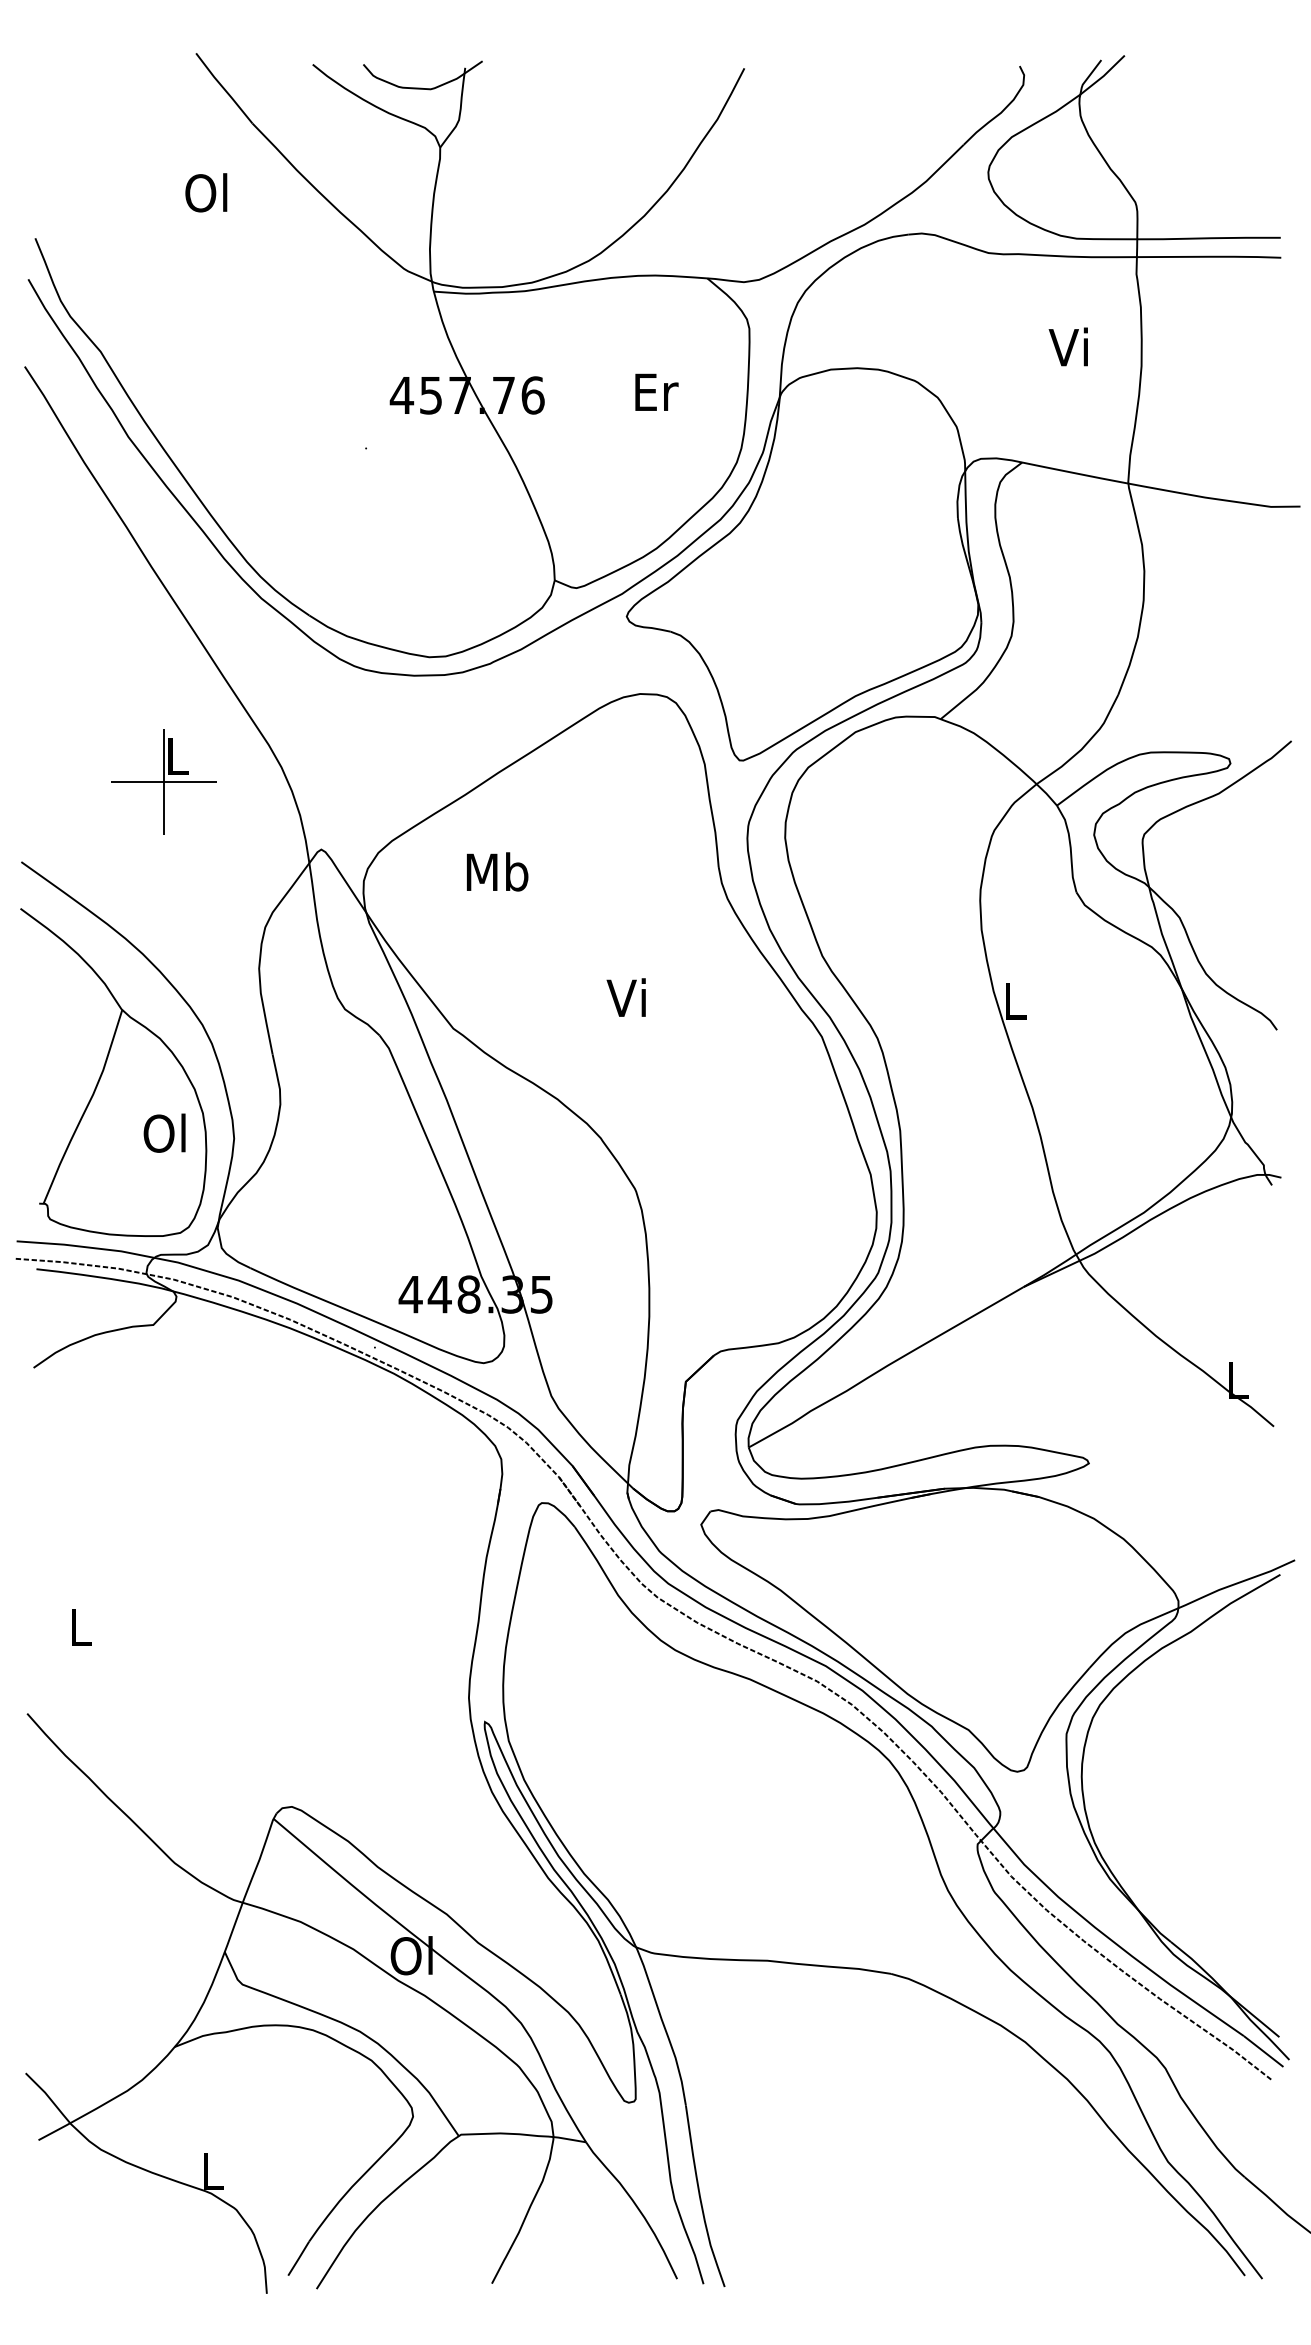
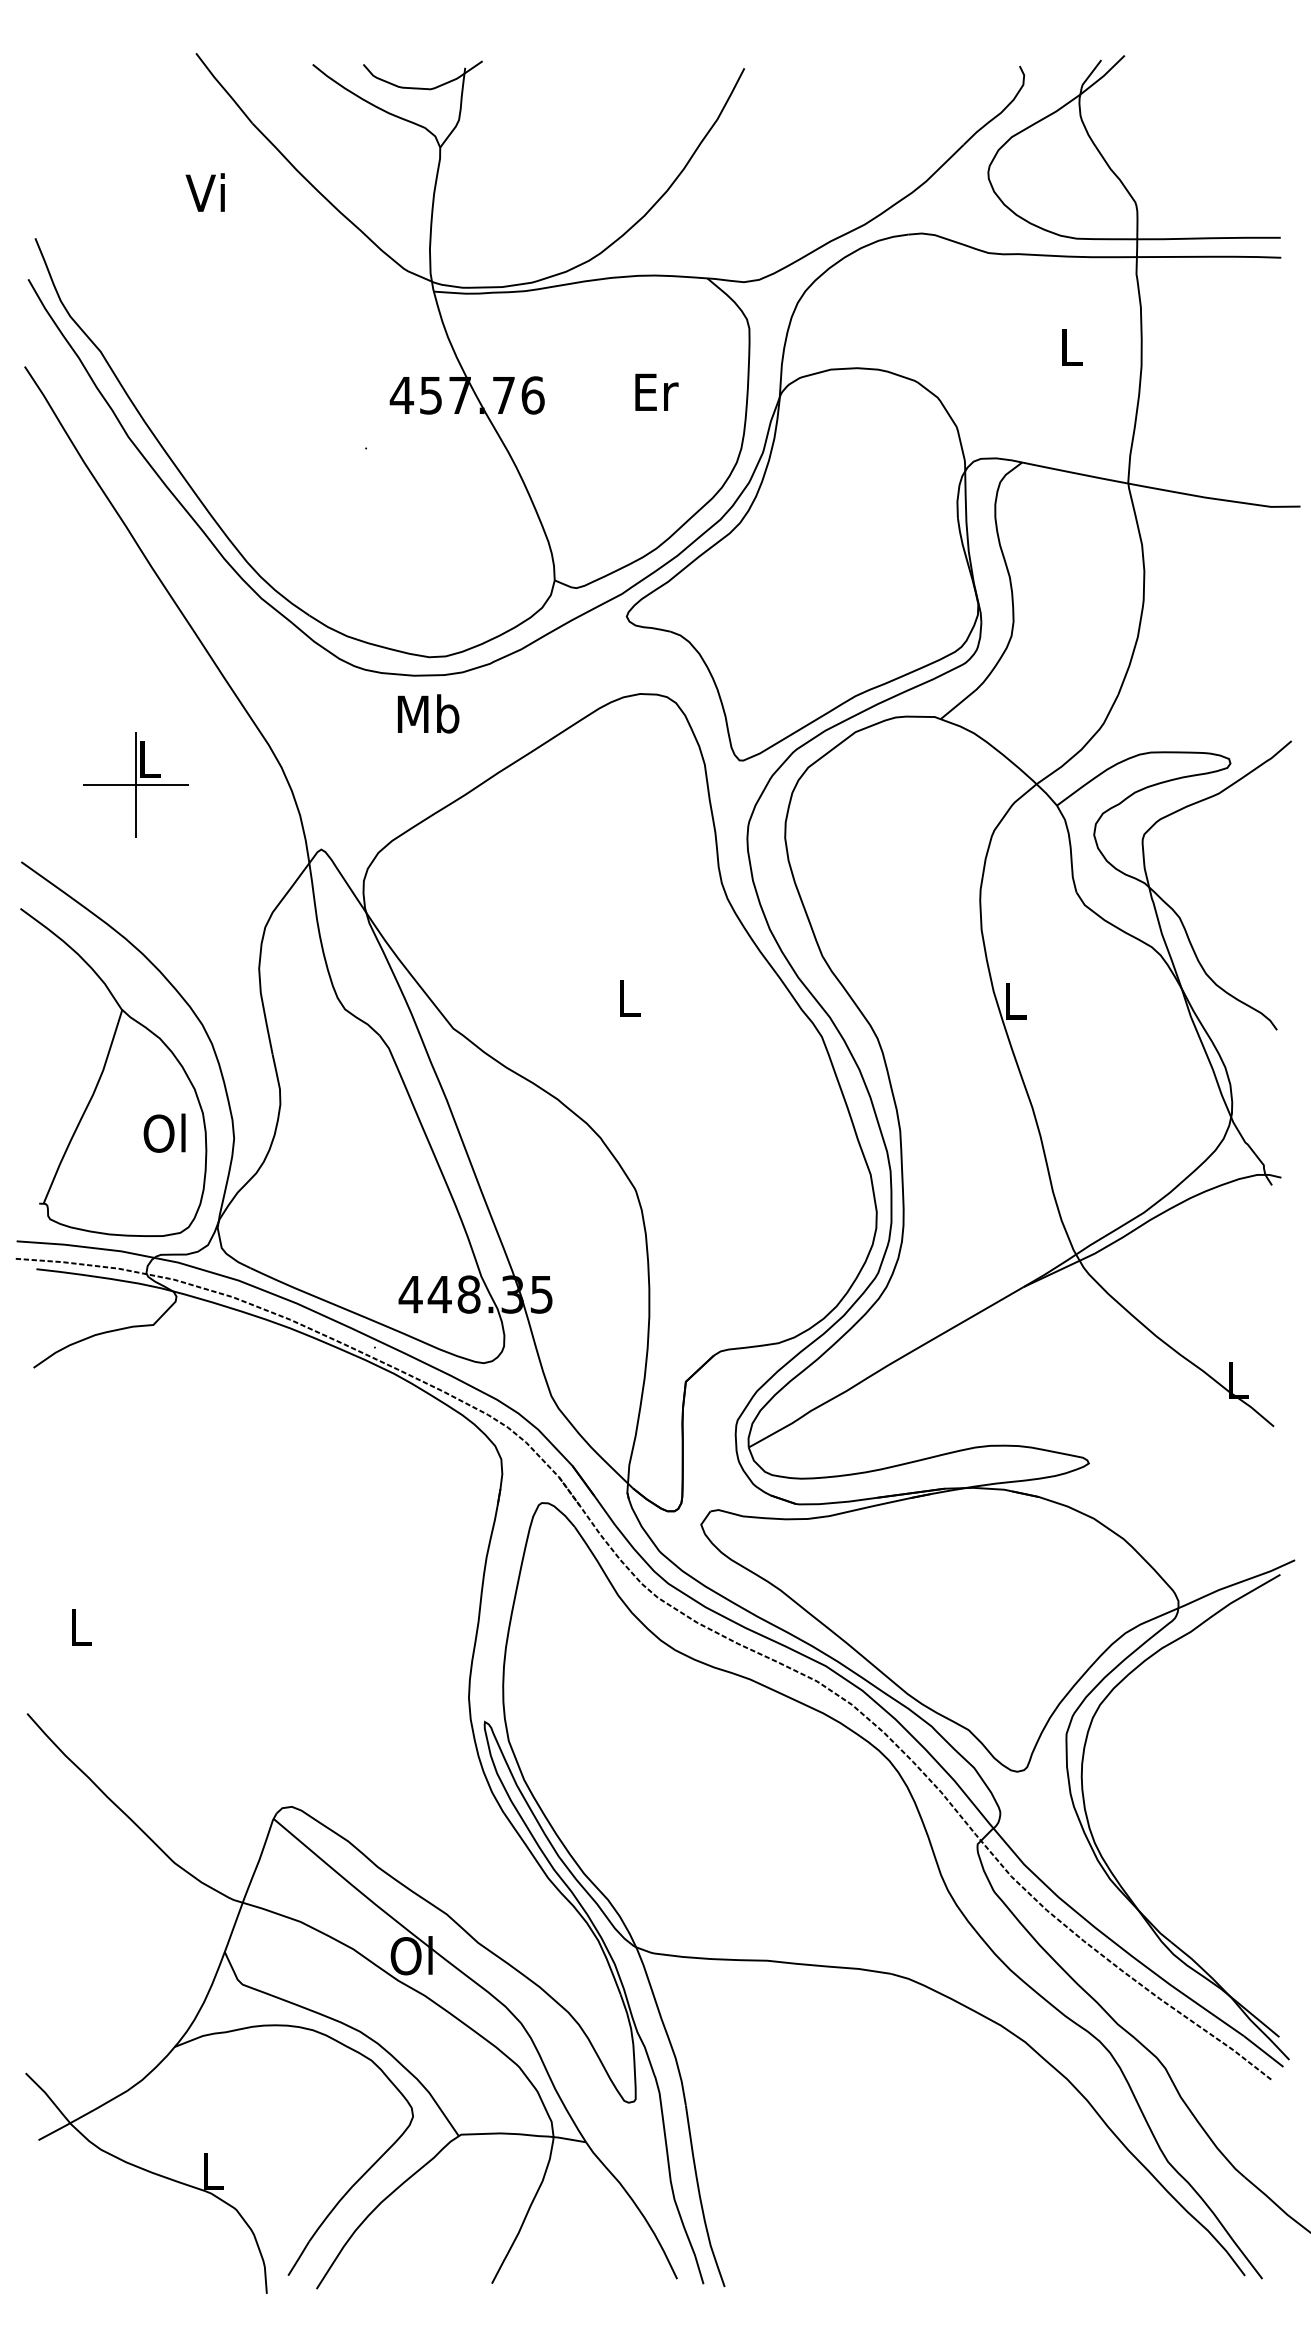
text at (206, 192): Ol -> Vi
text at (1067, 346): Vi -> L
part at (163, 781) position: (163, 781) -> (135, 784)
text at (497, 871) position: (497, 871) -> (428, 713)
text at (625, 997): Vi -> L
